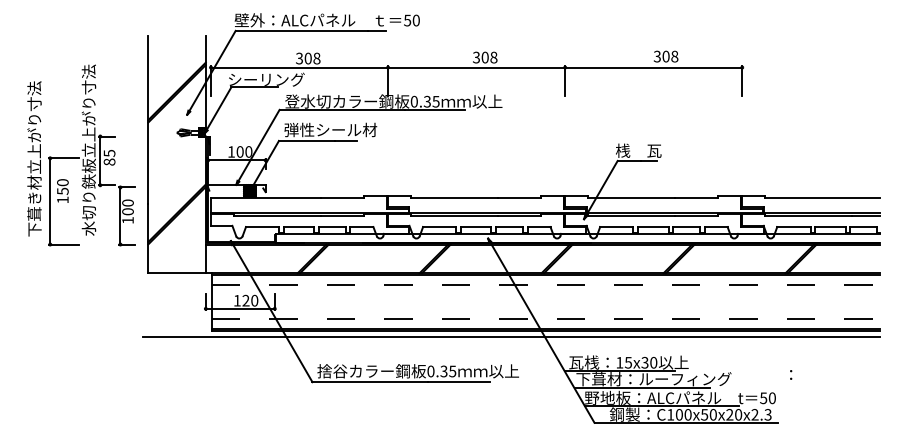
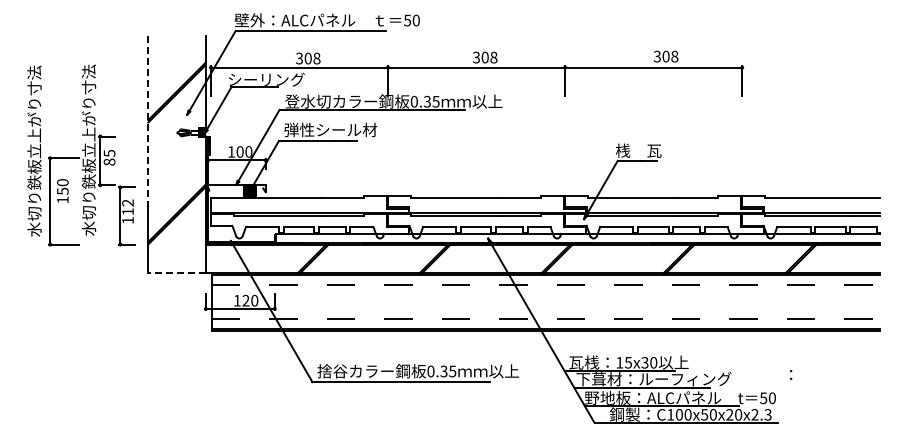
line at (148, 119): solid -> dashed
text at (34, 150): 下葺き材立上がり寸法 -> 水切り鉄板立上がり寸法
text at (127, 207): 100 -> 112
line at (177, 273): solid -> dashed
line at (510, 336): present -> none
